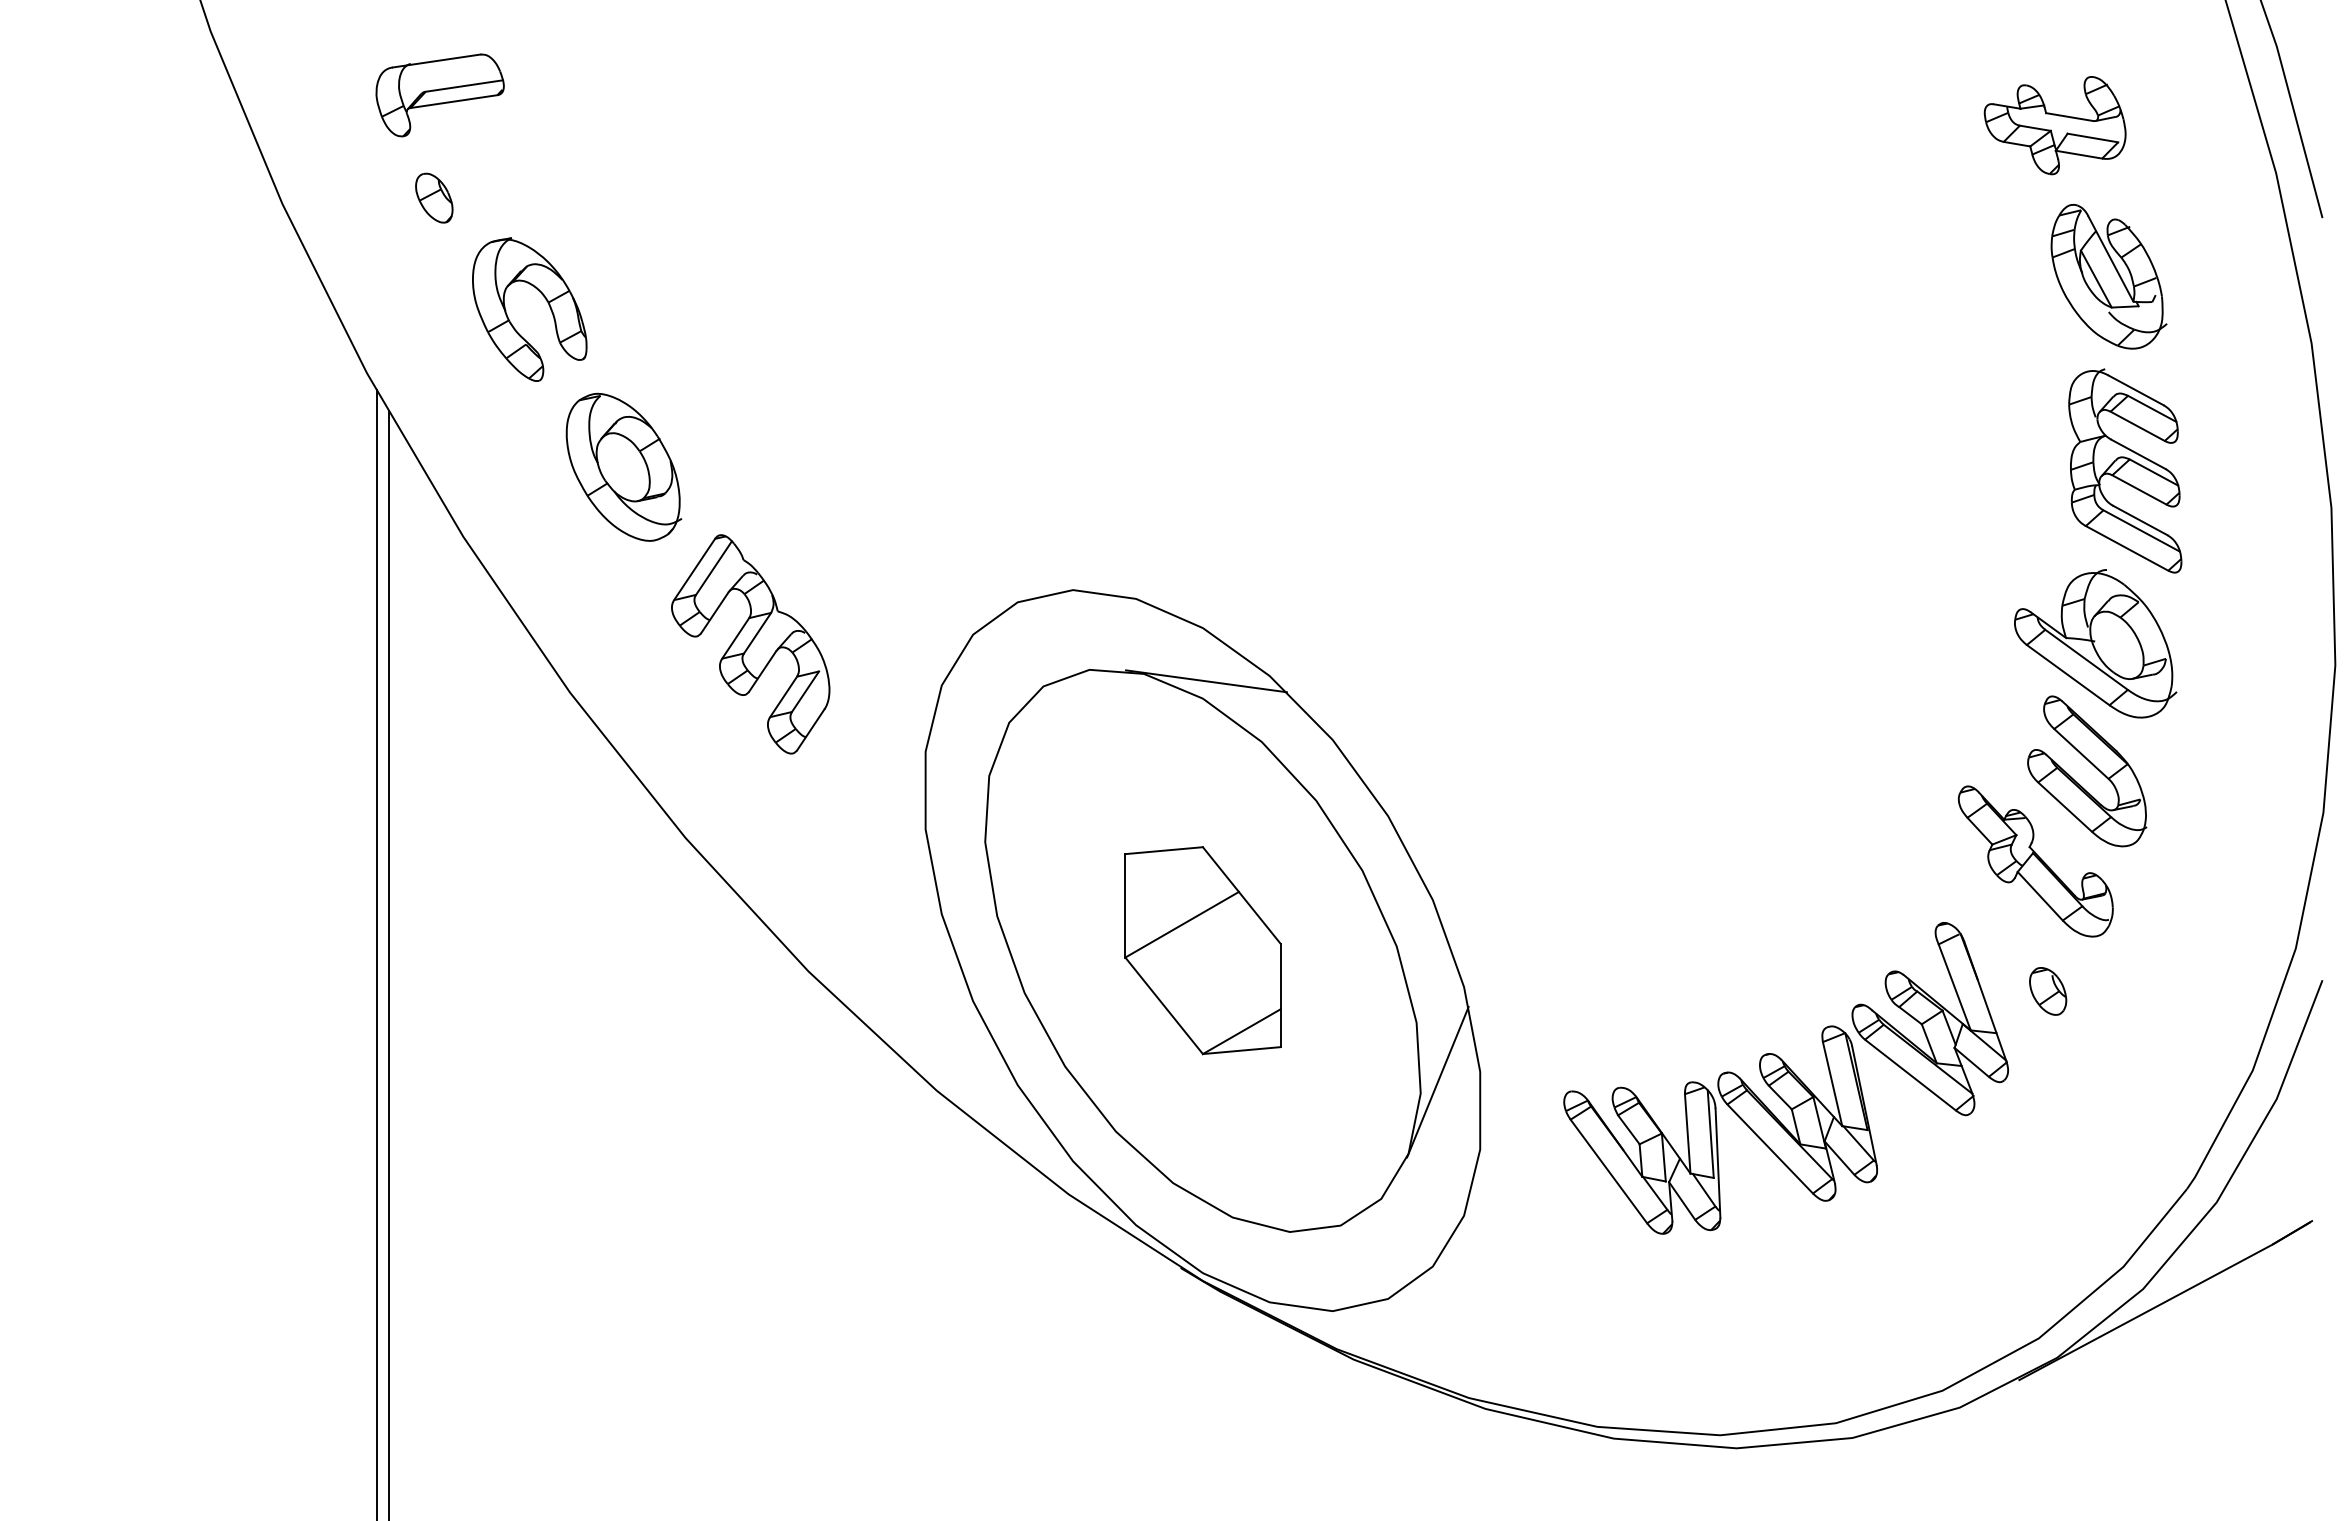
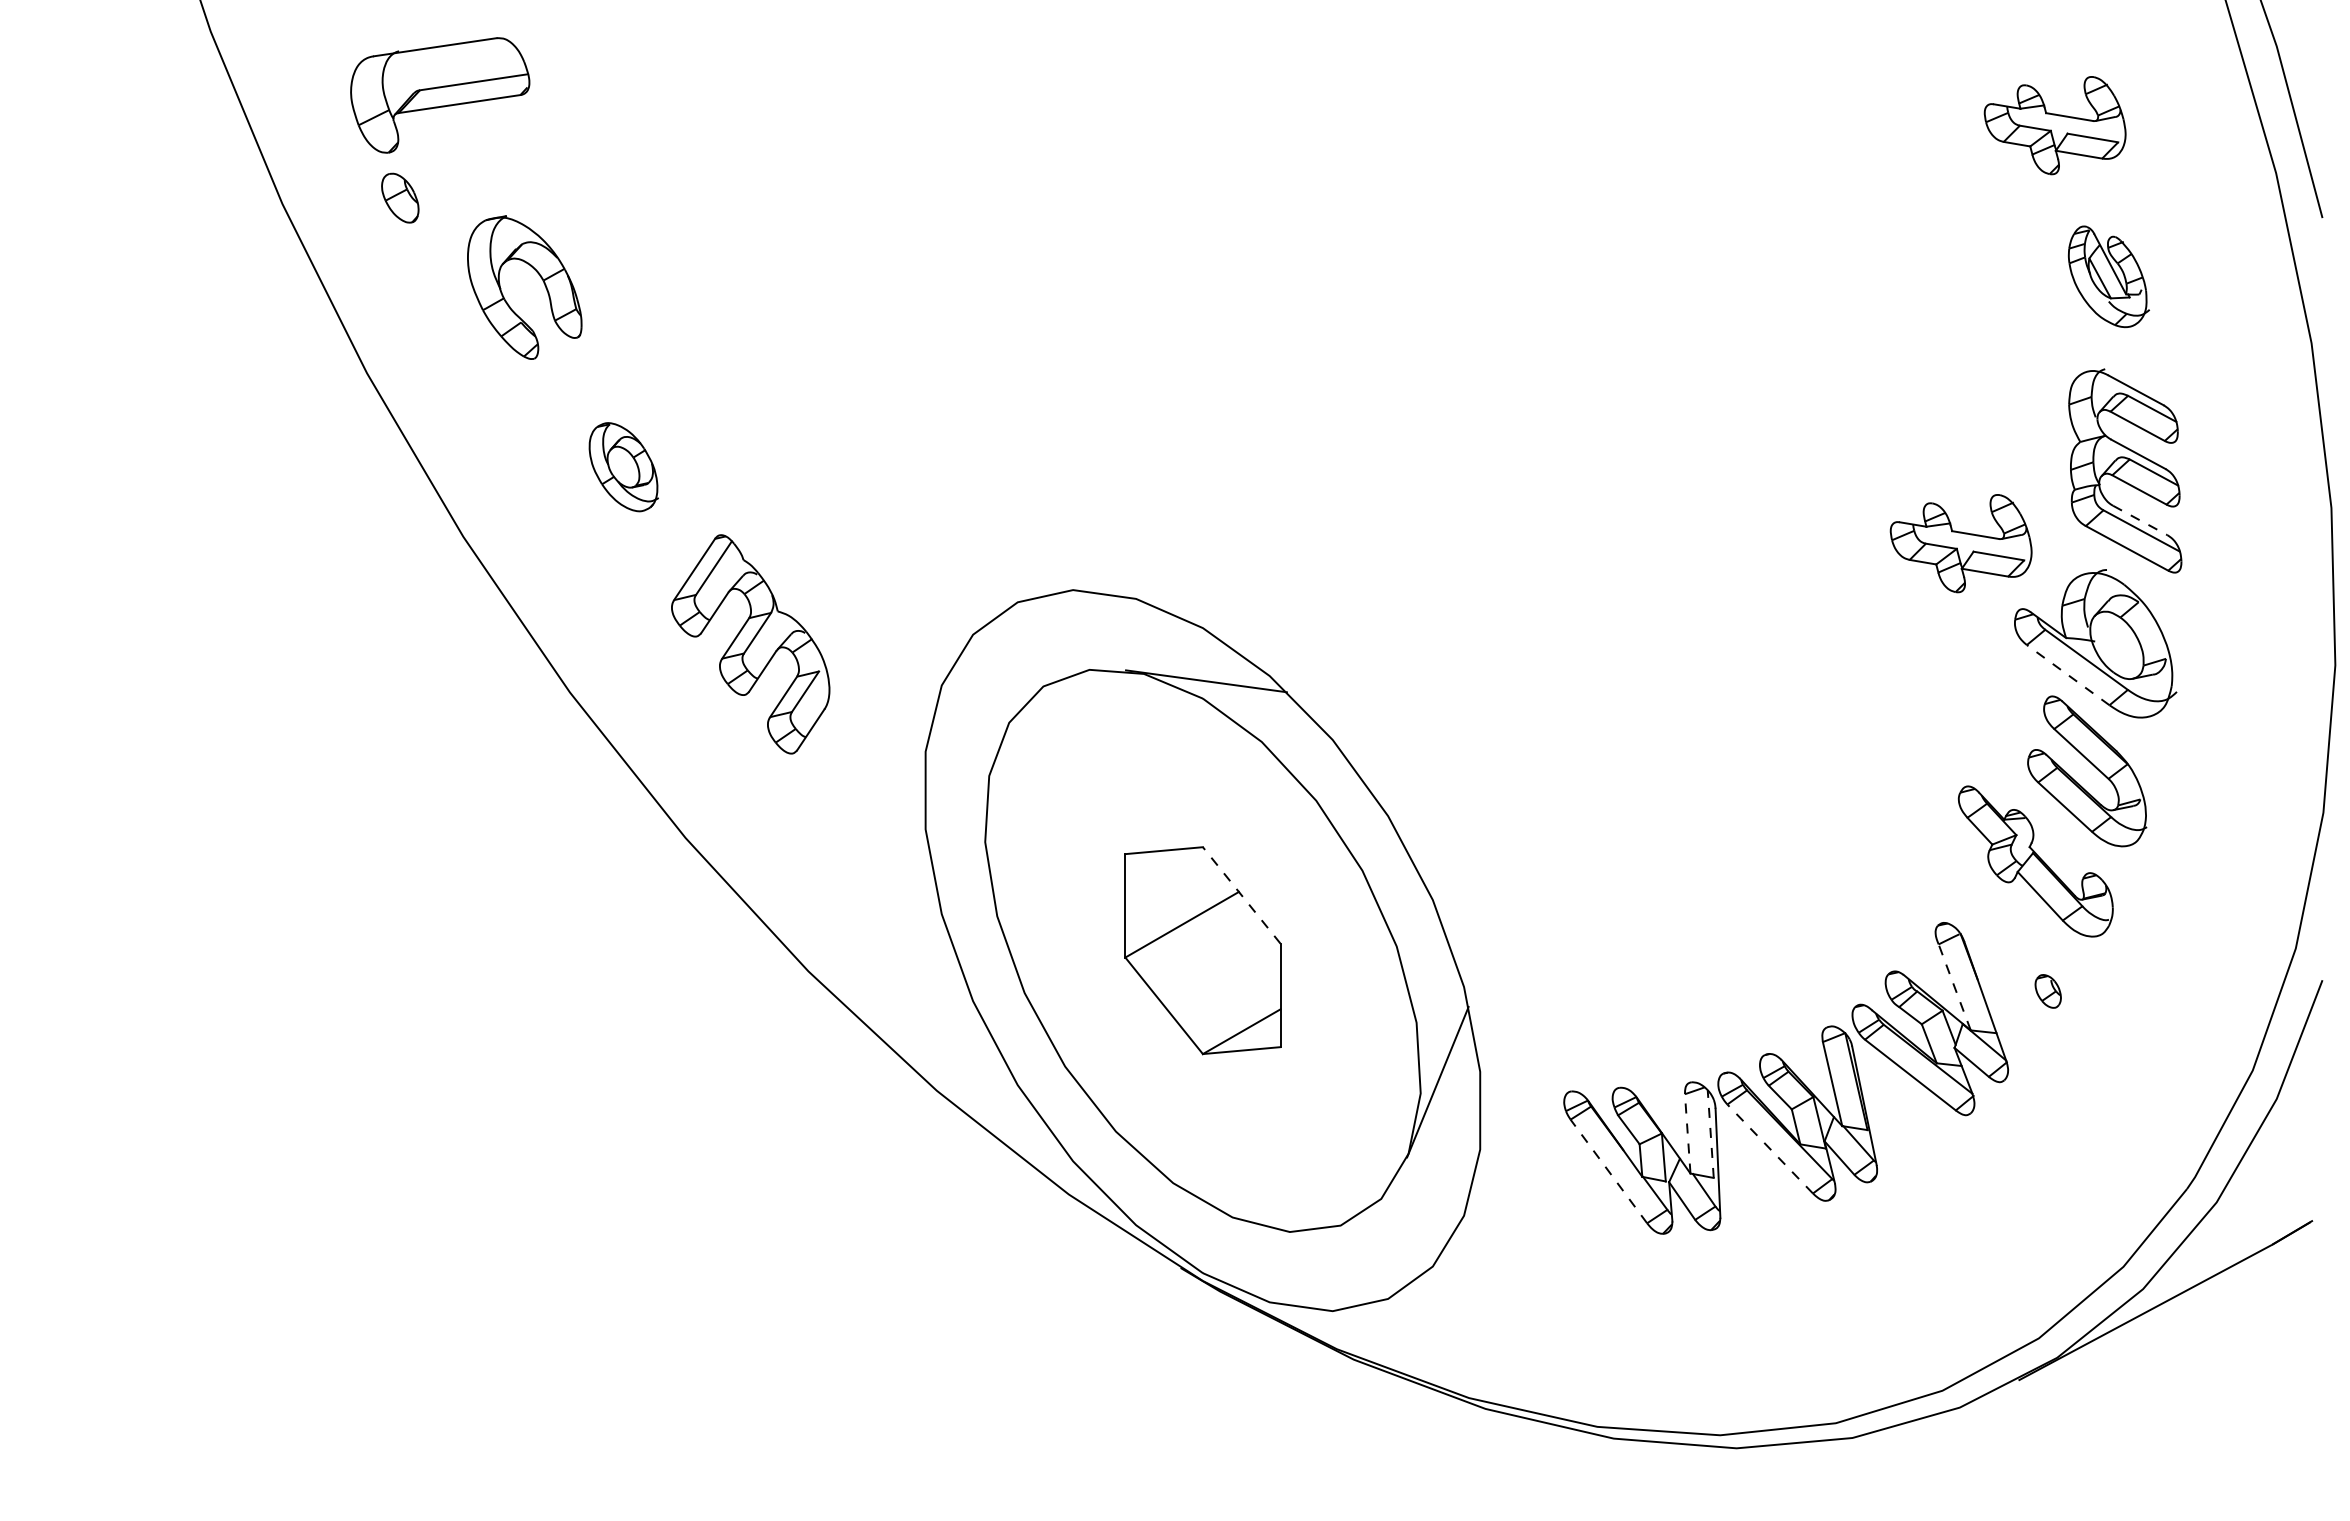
part at (439, 95) size: 130x85 px -> 181x117 px
part at (434, 197) position: (434, 197) -> (400, 197)
part at (2108, 276) size: 118x146 px -> 83x104 px
part at (544, 298) position: (544, 298) -> (539, 276)
part at (623, 466) size: 118x150 px -> 71x91 px
line at (2140, 520): solid -> dashed
part at (1960, 543): none -> present
line at (2067, 674): solid -> dashed
line at (1241, 895): solid -> dashed
line at (376, 953): present -> none
line at (389, 964): present -> none
line at (1954, 987): solid -> dashed
part at (2048, 991) size: 39x49 px -> 28x35 px
line at (1687, 1133): solid -> dashed
line at (1710, 1134): solid -> dashed
line at (1770, 1149): solid -> dashed
line at (1608, 1171): solid -> dashed
